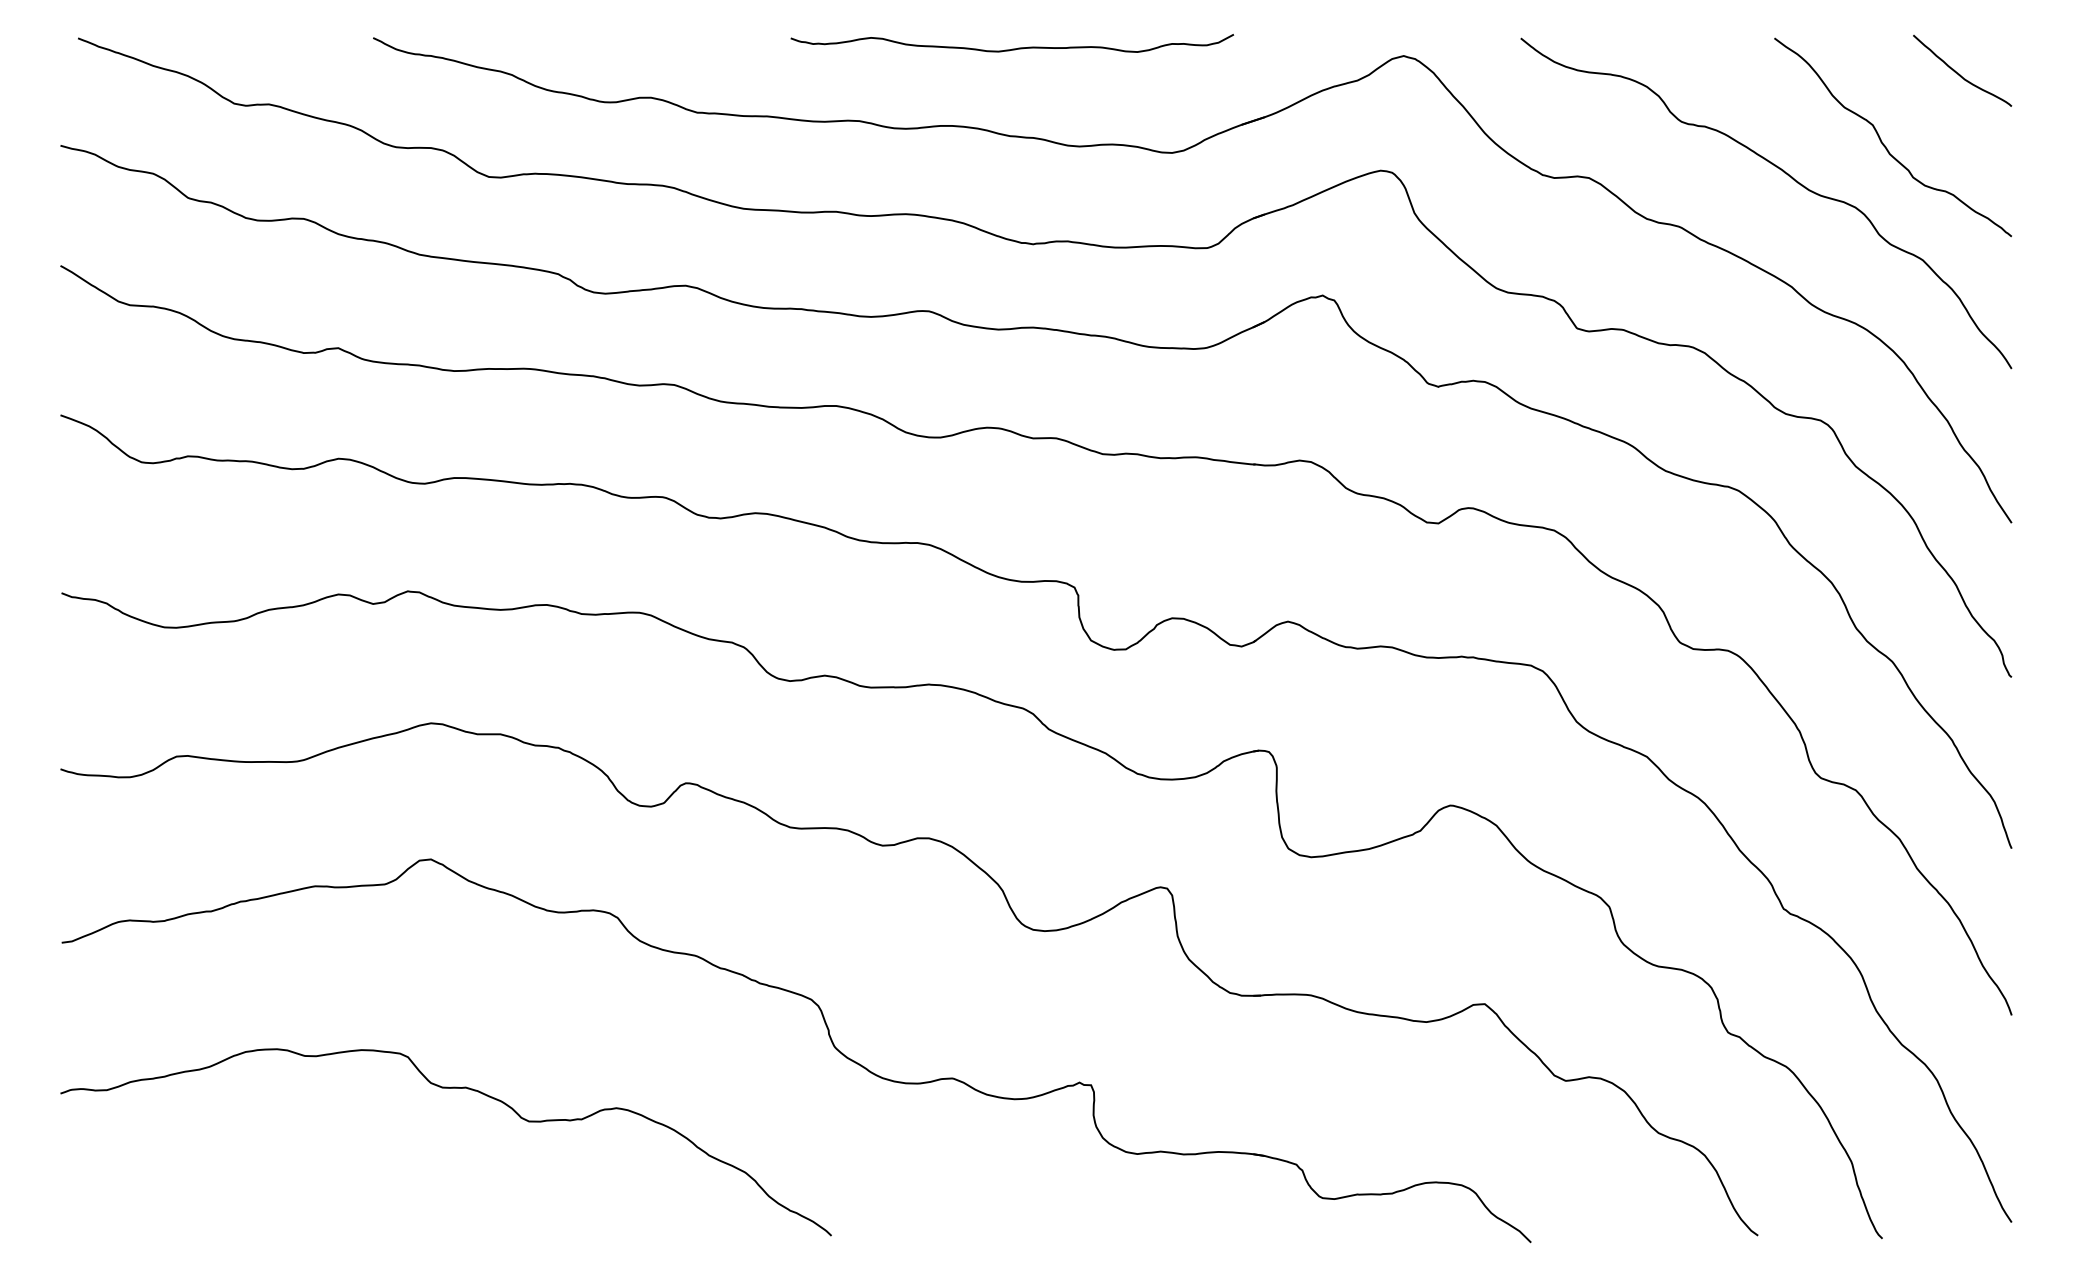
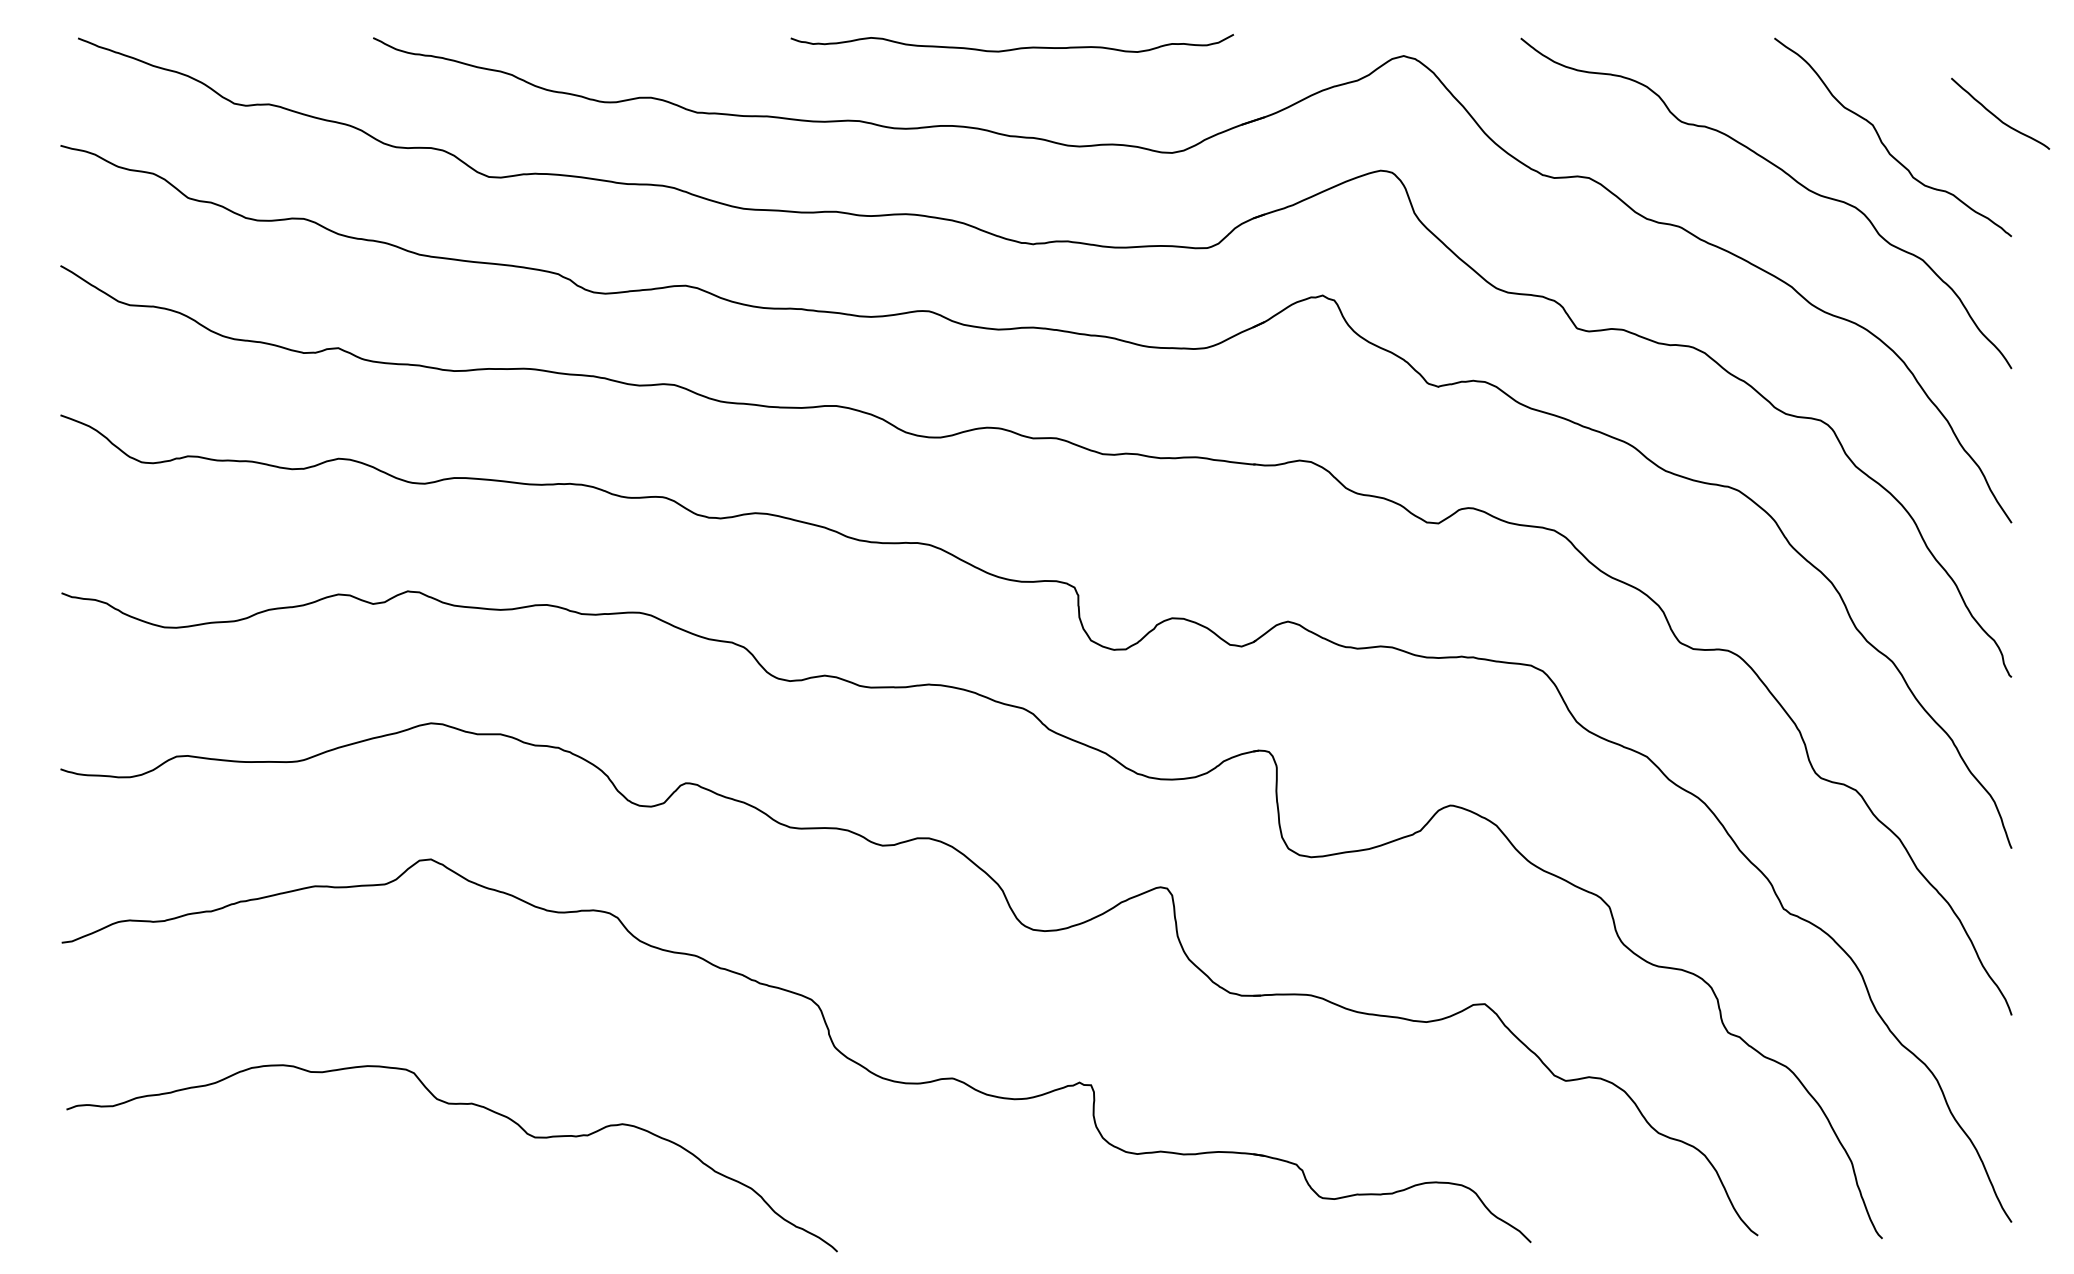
curve at (1959, 73) position: (1959, 73) -> (1997, 116)
curve at (445, 1088) position: (445, 1088) -> (451, 1104)
